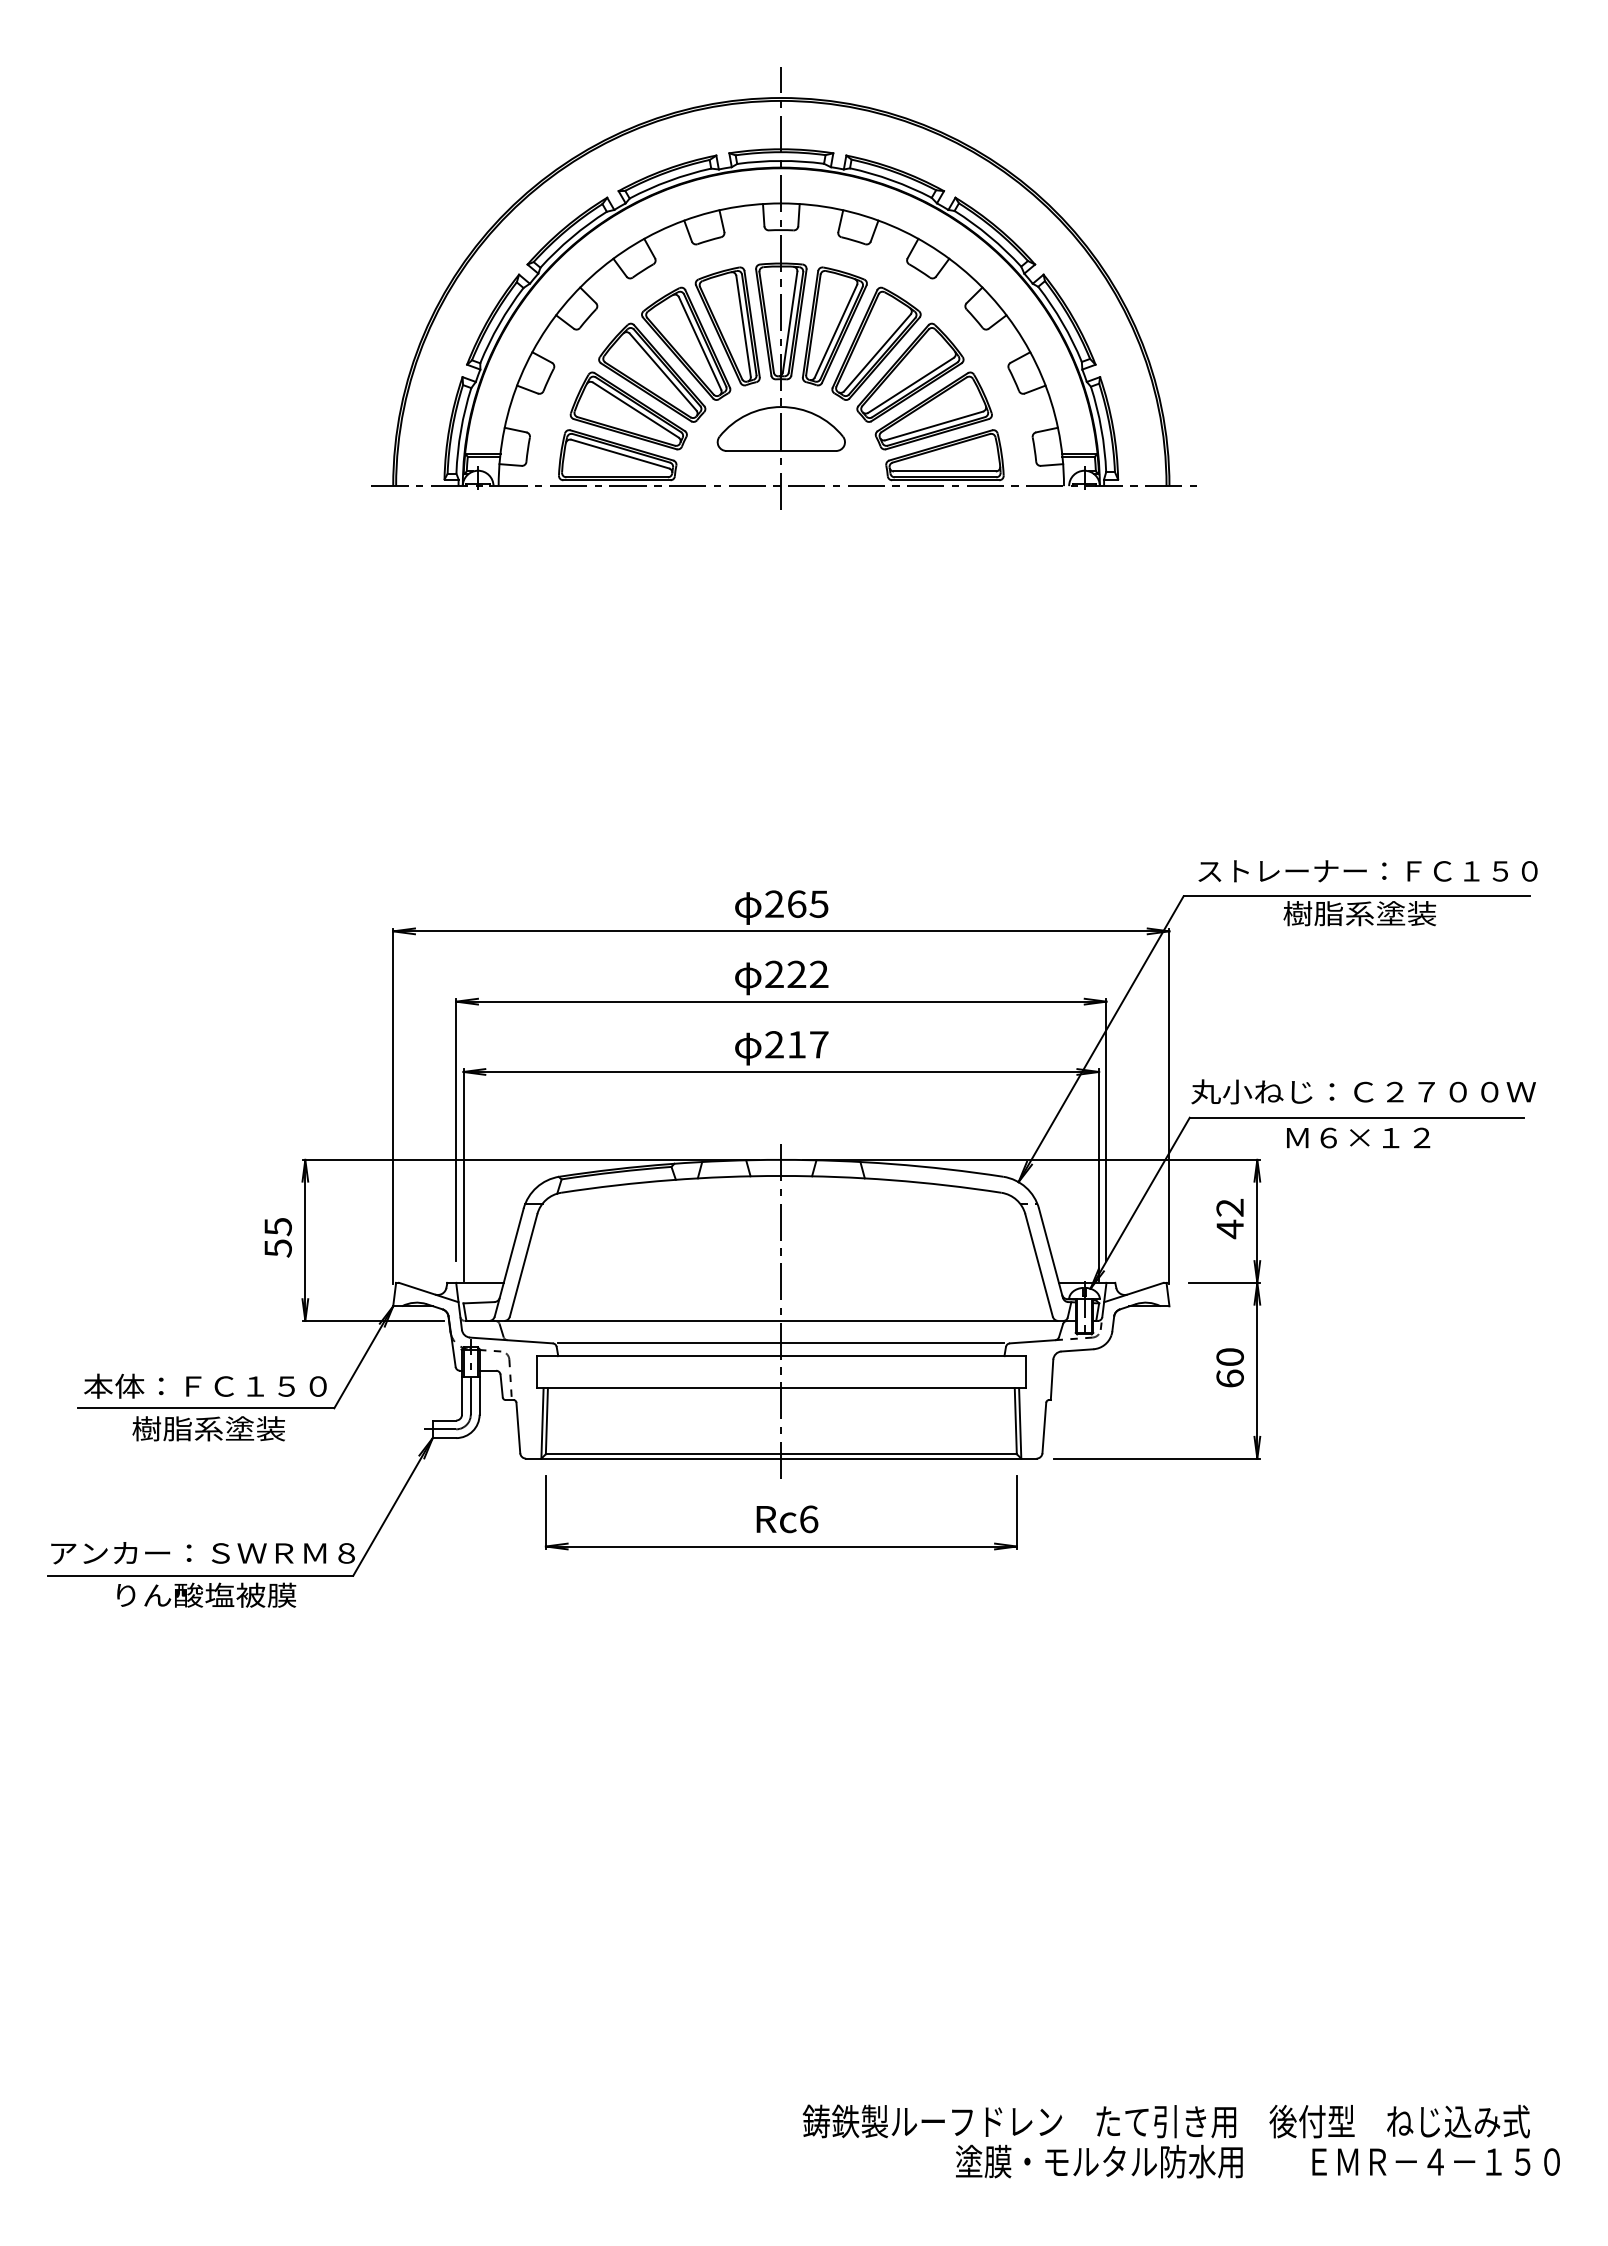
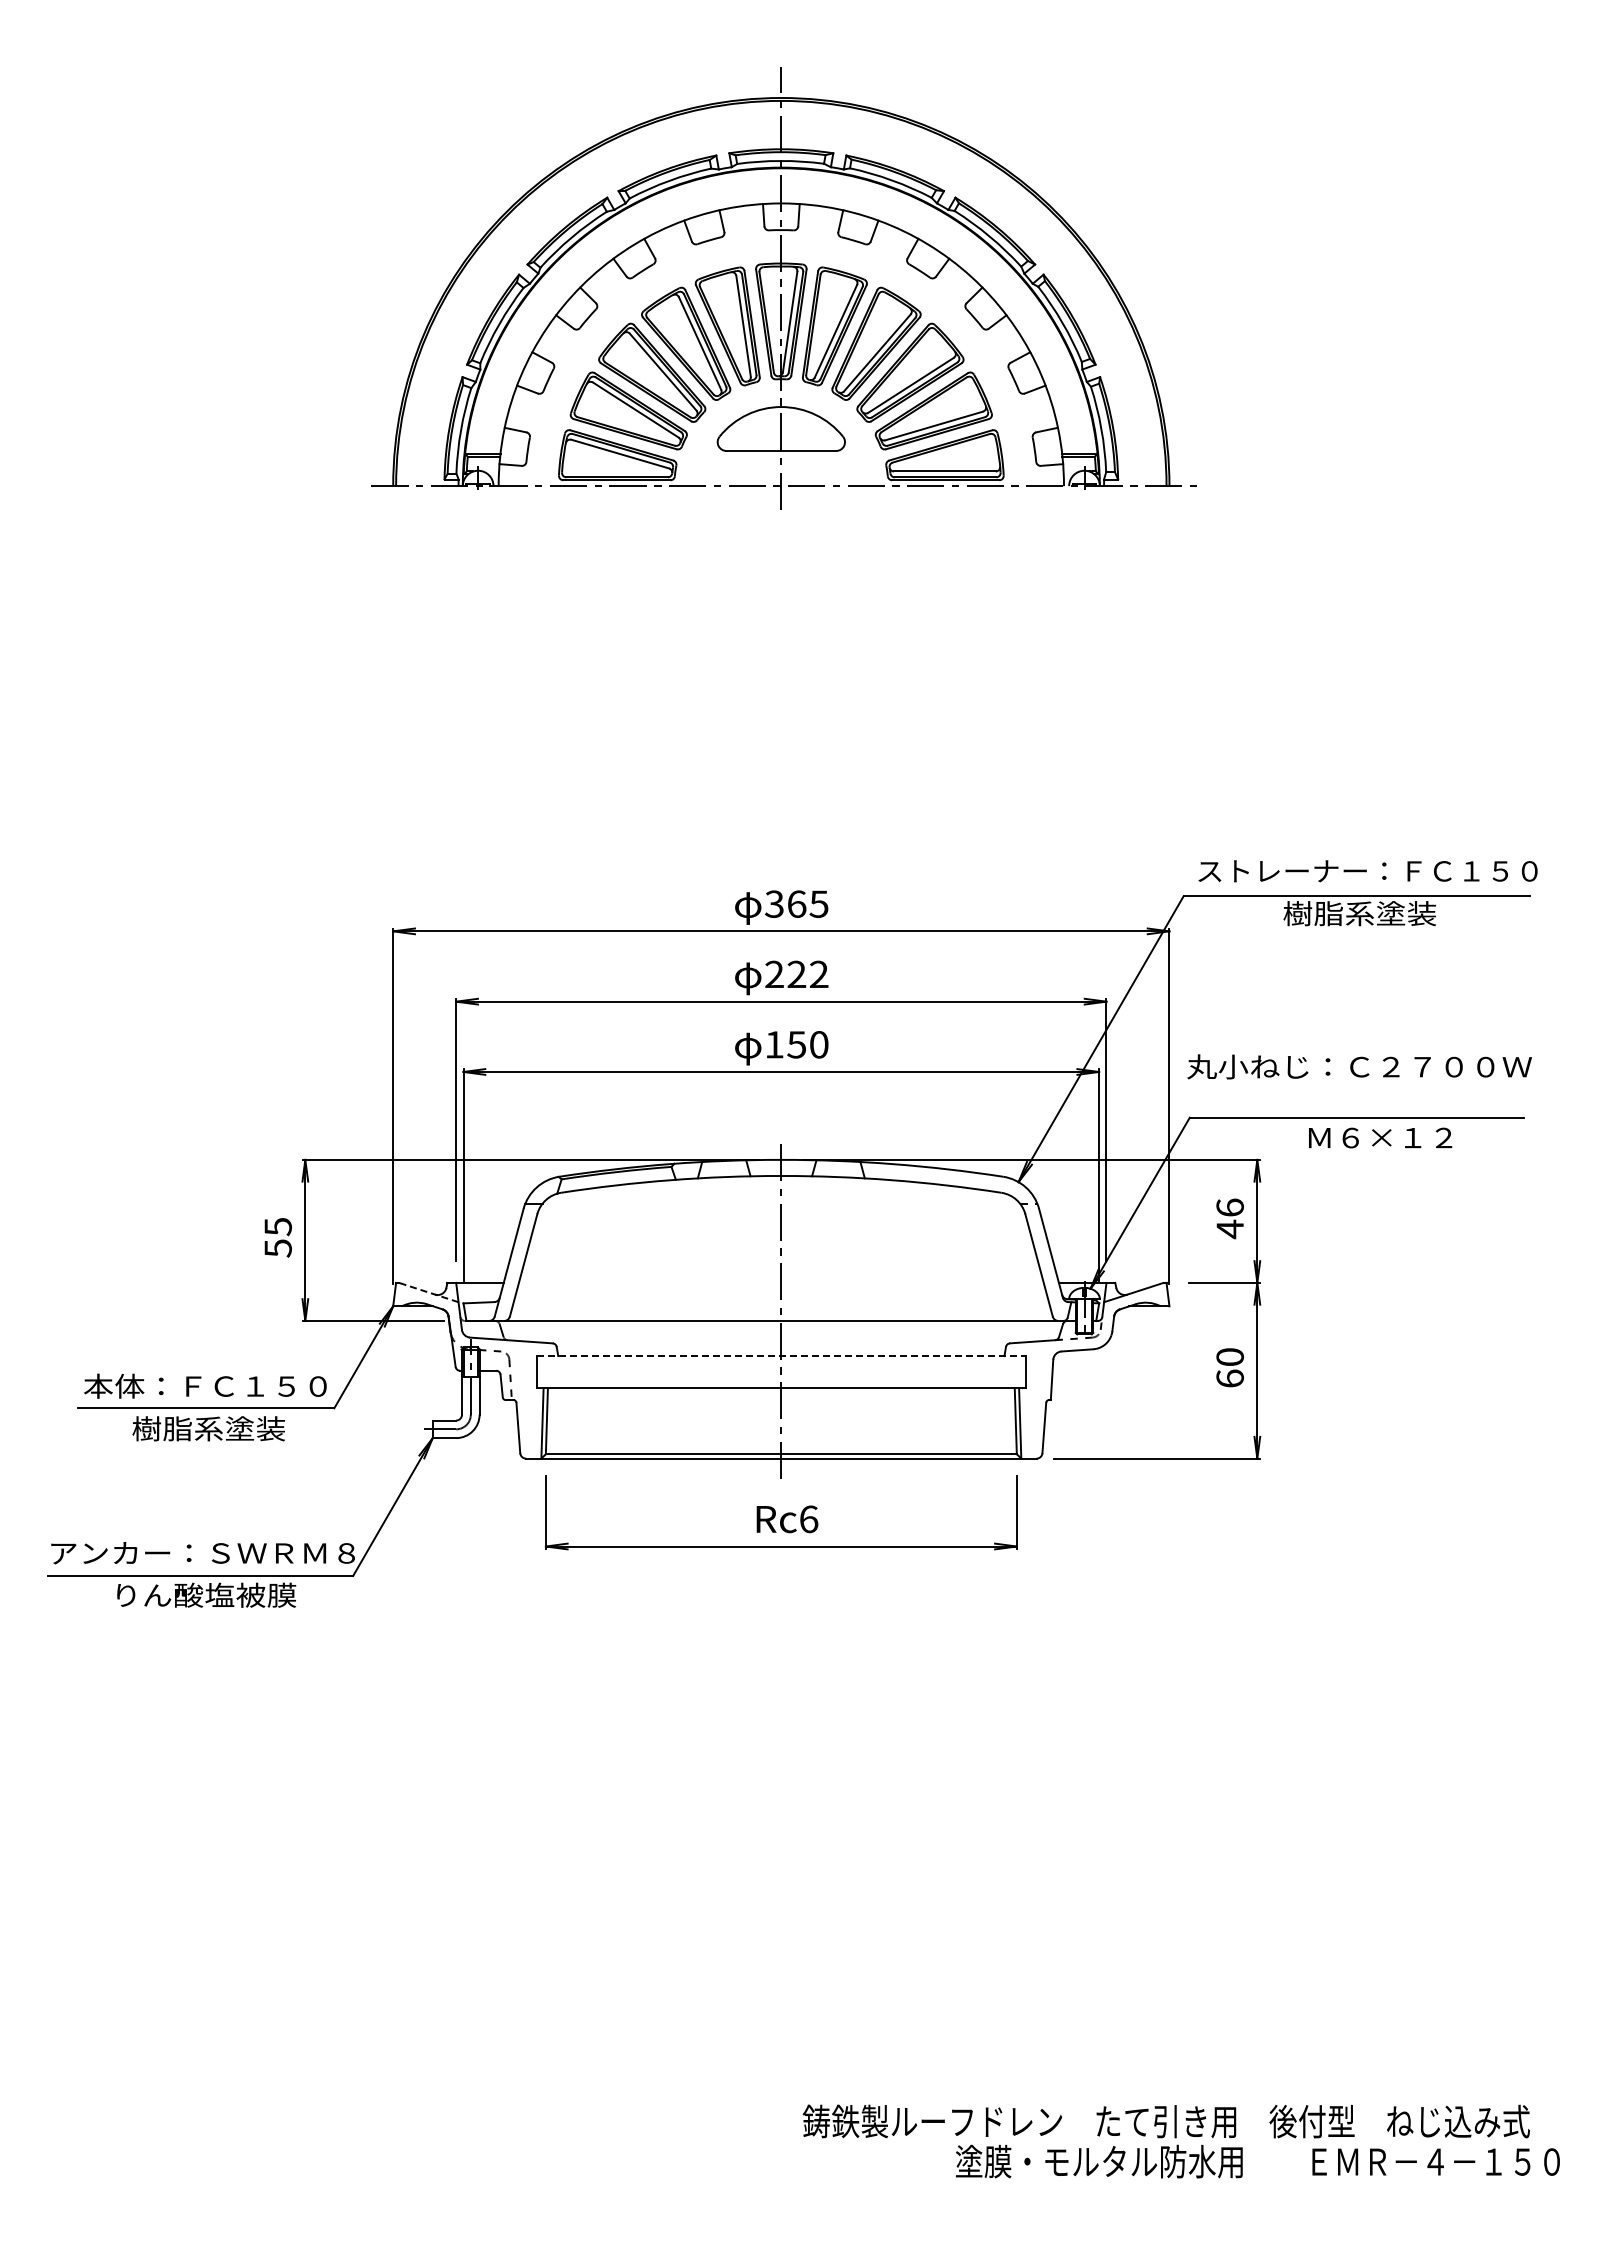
text at (774, 904): 265 -> 365
text at (796, 1044): 217 -> 150
text at (1363, 1091) position: (1363, 1091) -> (1359, 1066)
text at (1358, 1137) position: (1358, 1137) -> (1380, 1137)
text at (1229, 1207): 42 -> 46
line at (428, 1292): solid -> dashed
line at (781, 1343): present -> none
line at (781, 1356): solid -> dashed
